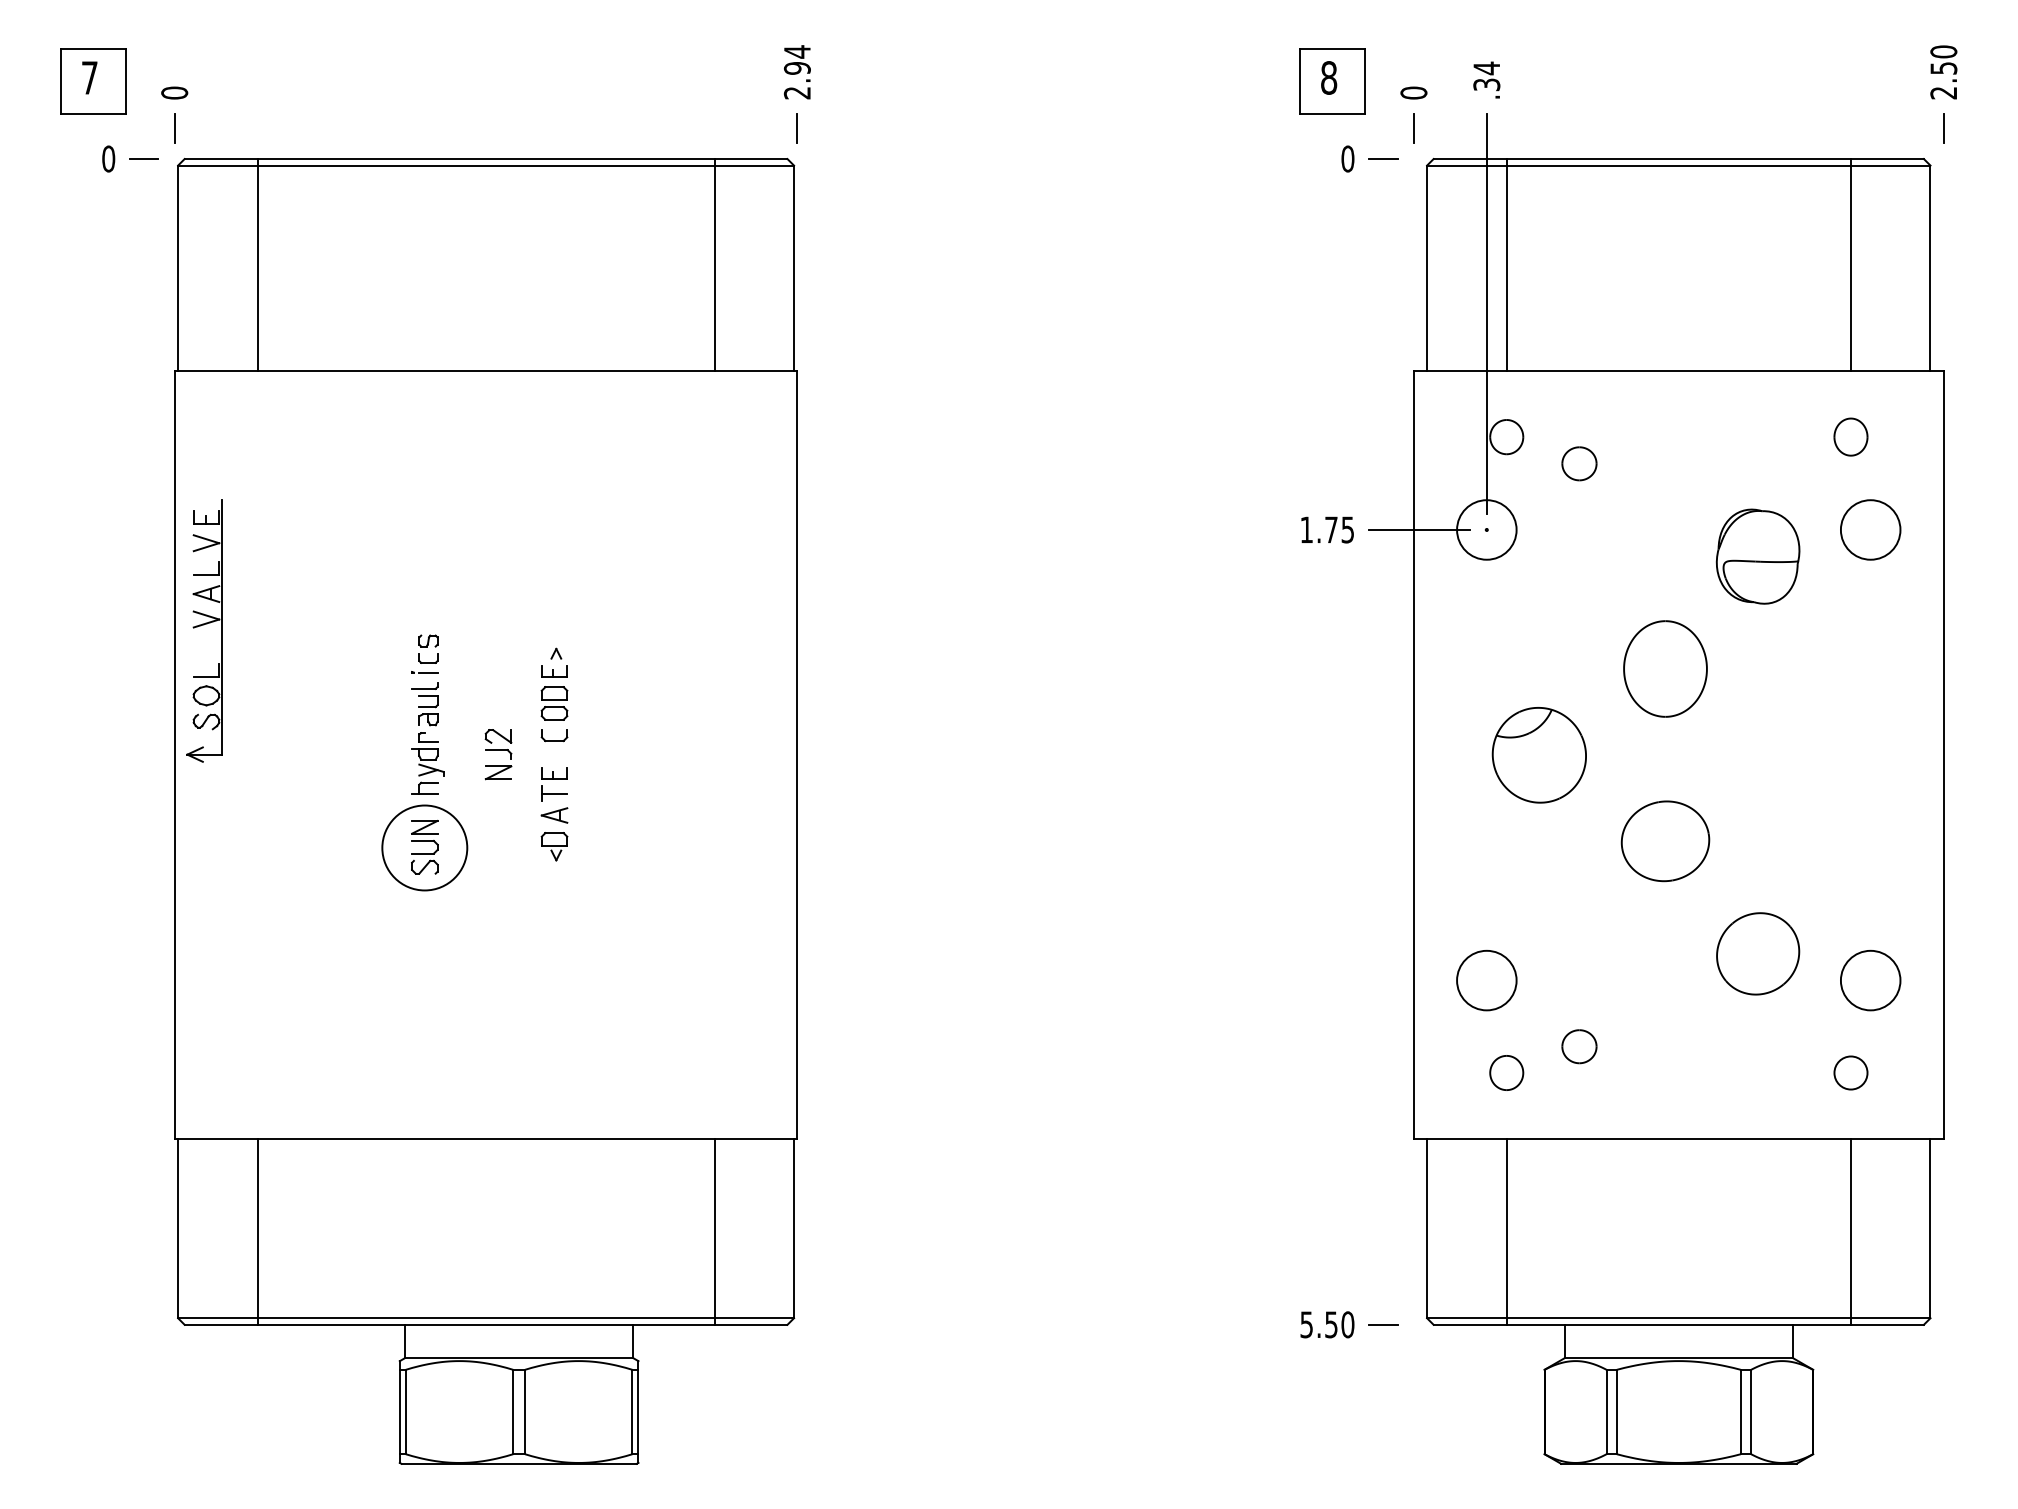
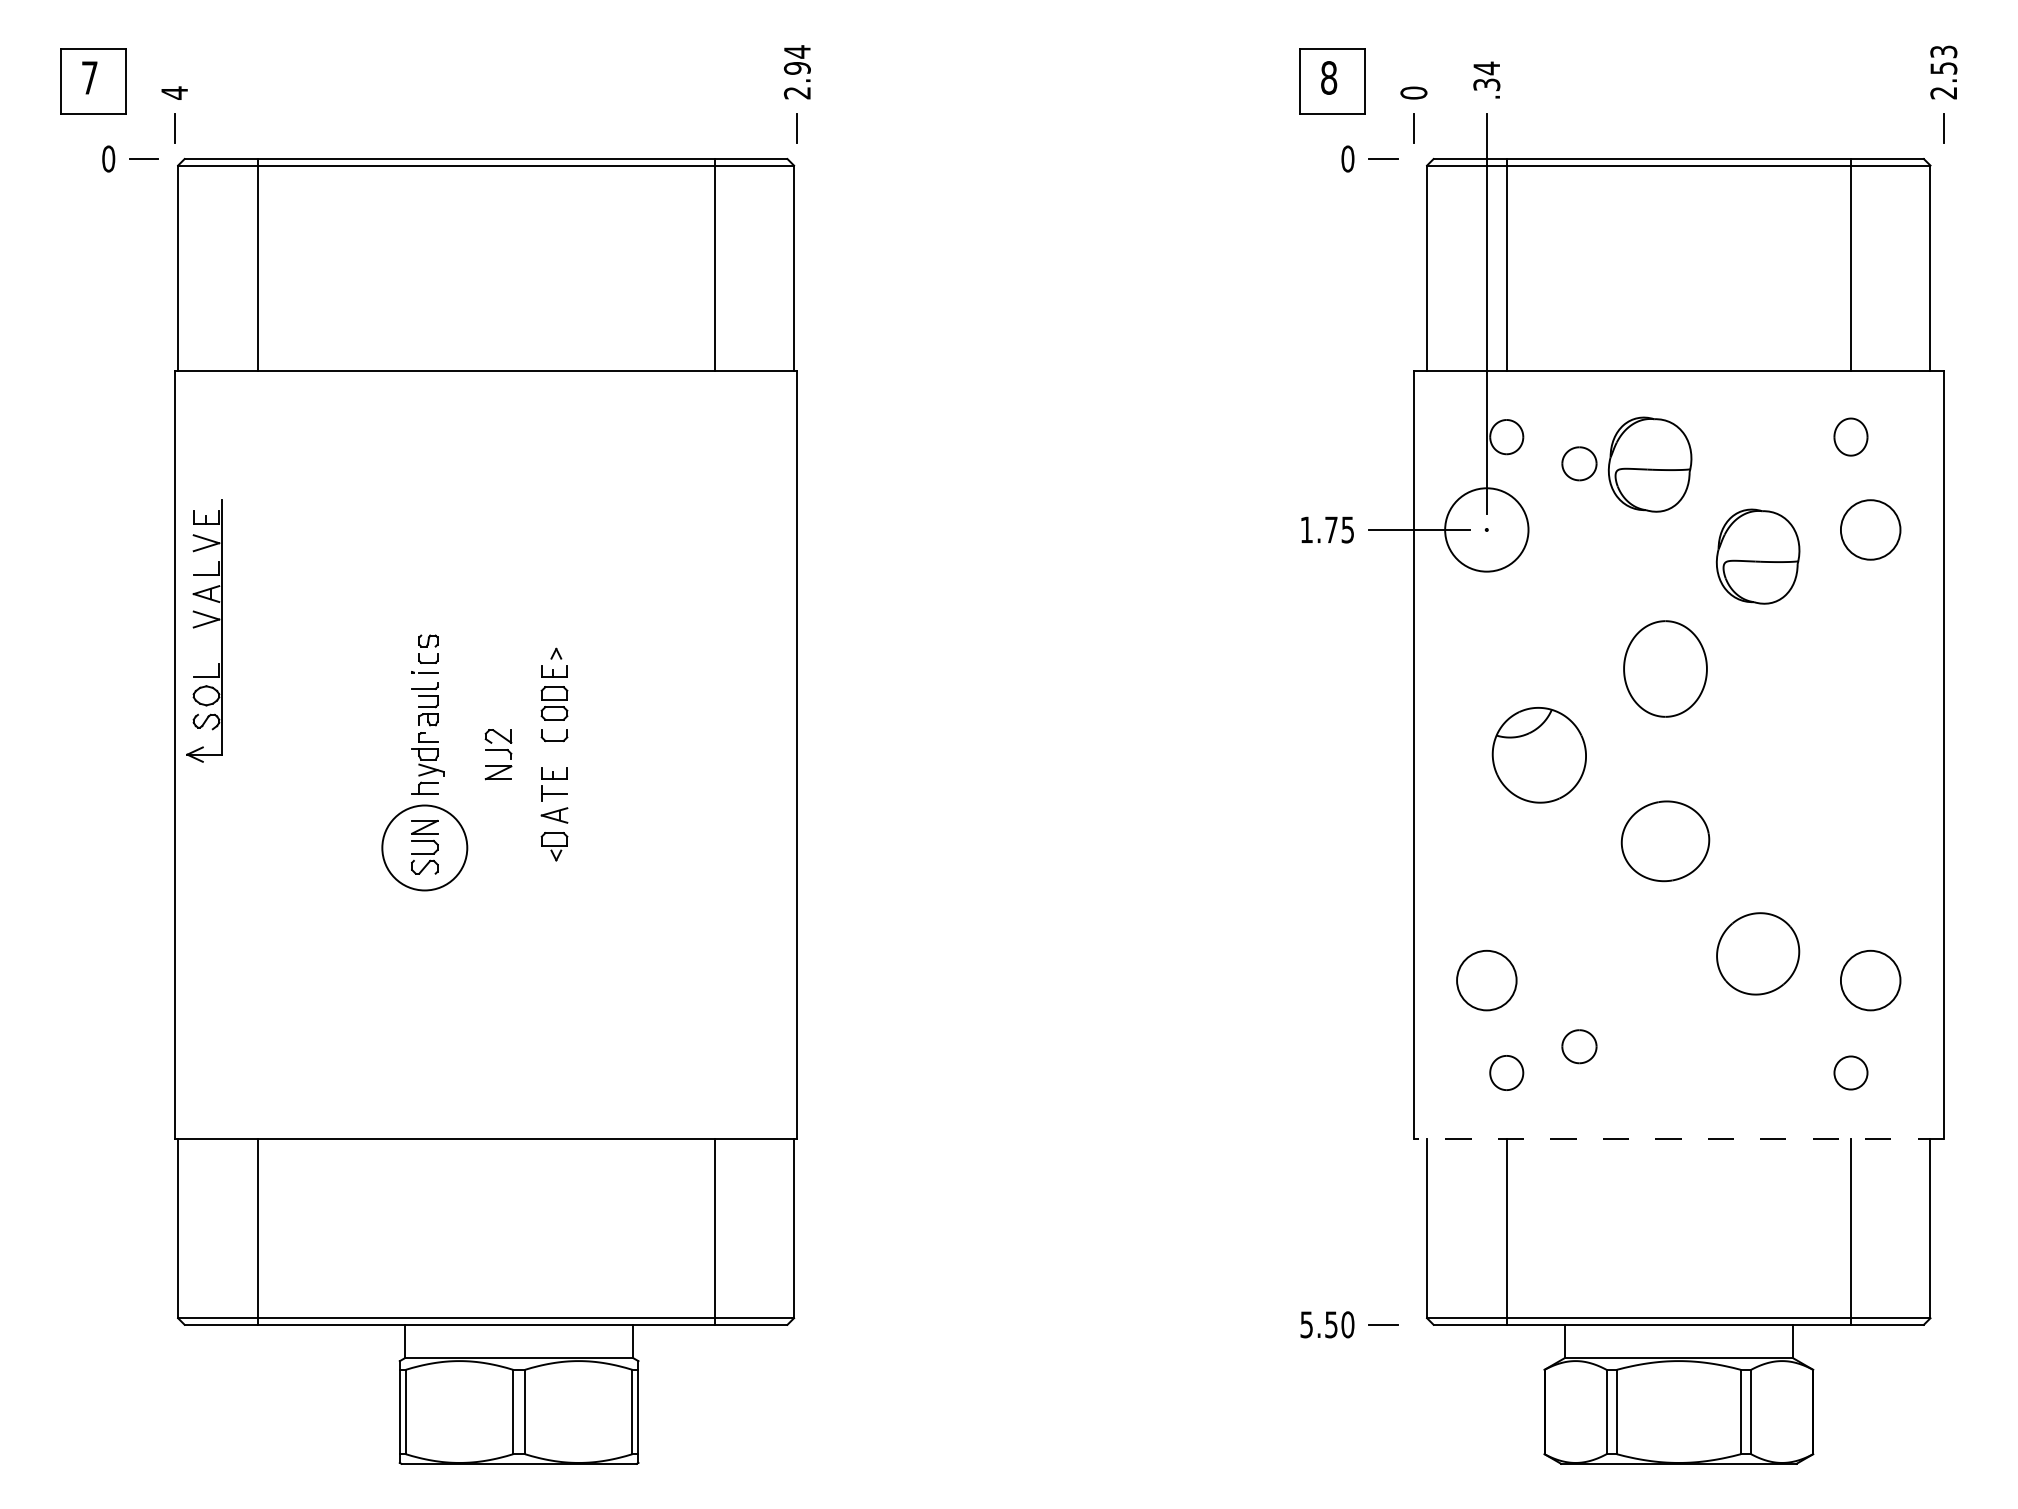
text at (1943, 51): 2.50 -> 2.53
text at (174, 92): 0 -> 4
part at (1649, 464): none -> present
circle at (1486, 529) diameter: 60 px -> 83 px
line at (1678, 1139): solid -> dashed
